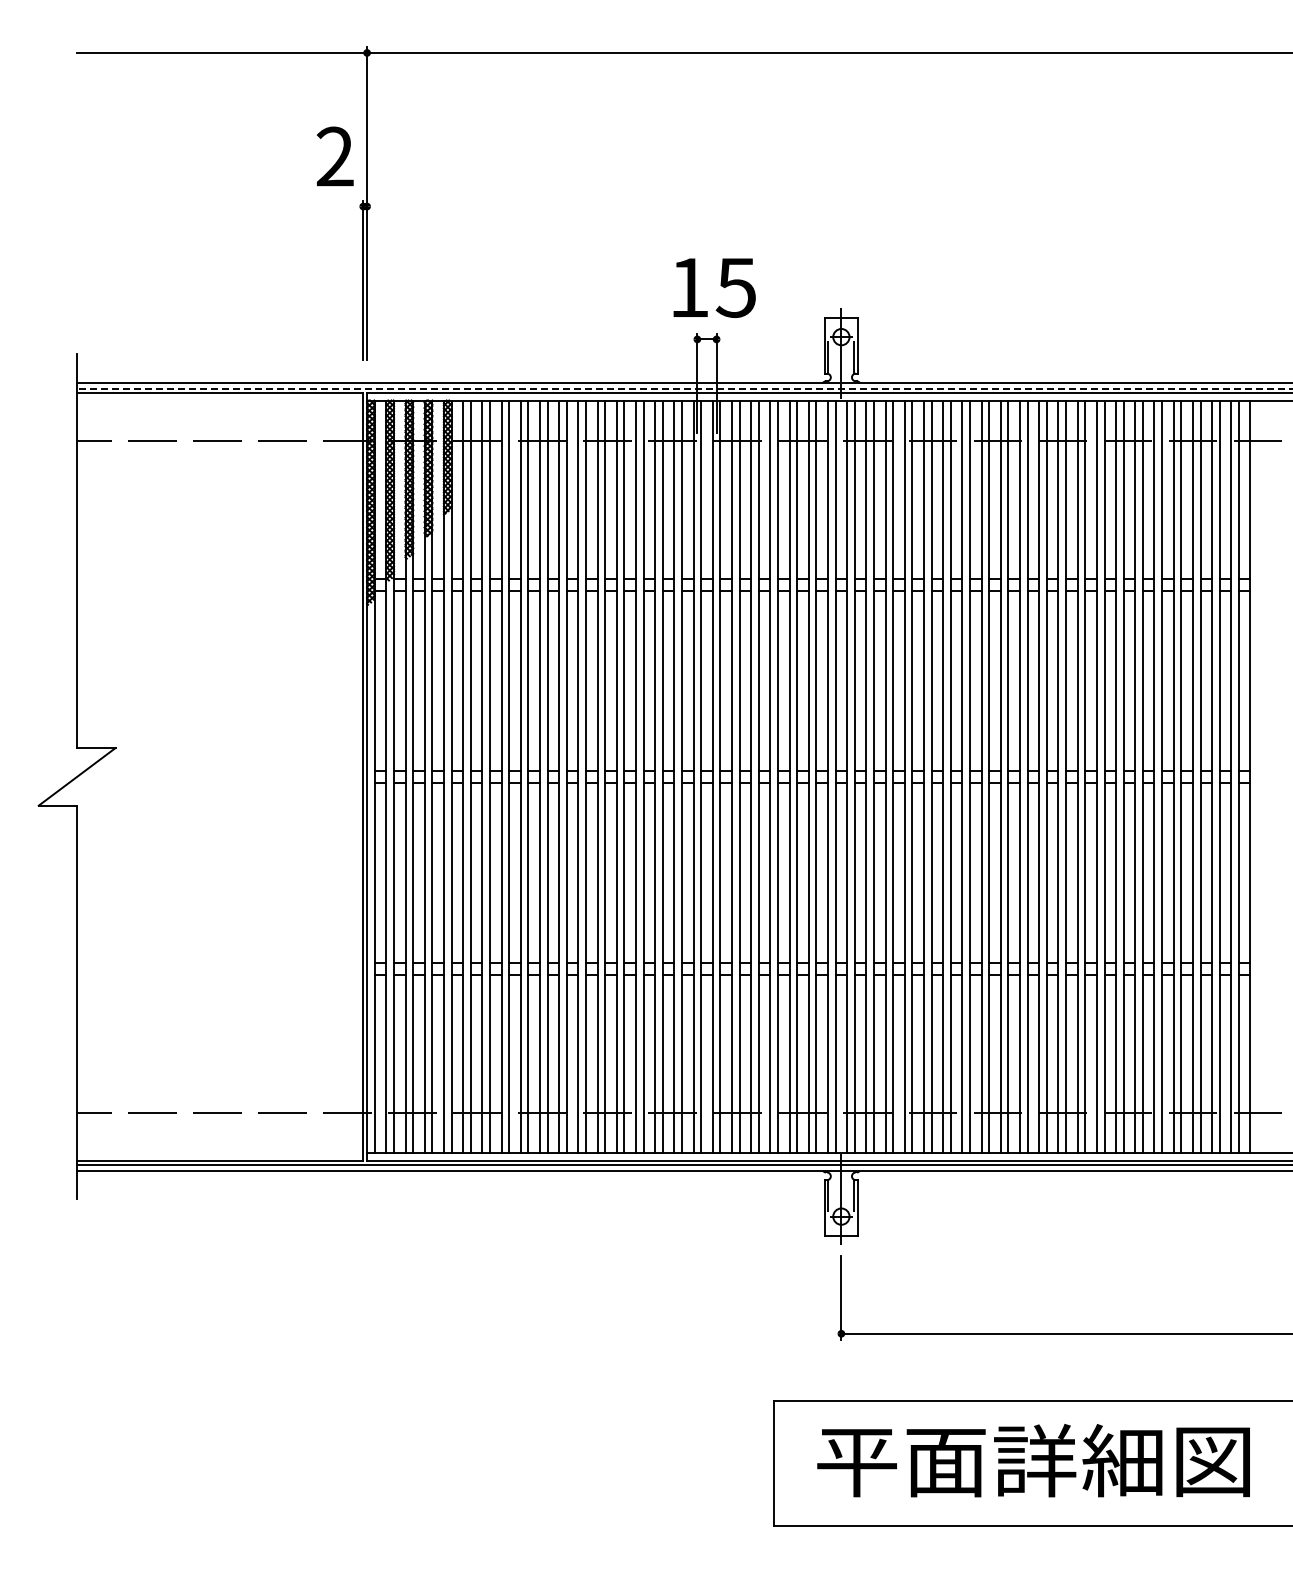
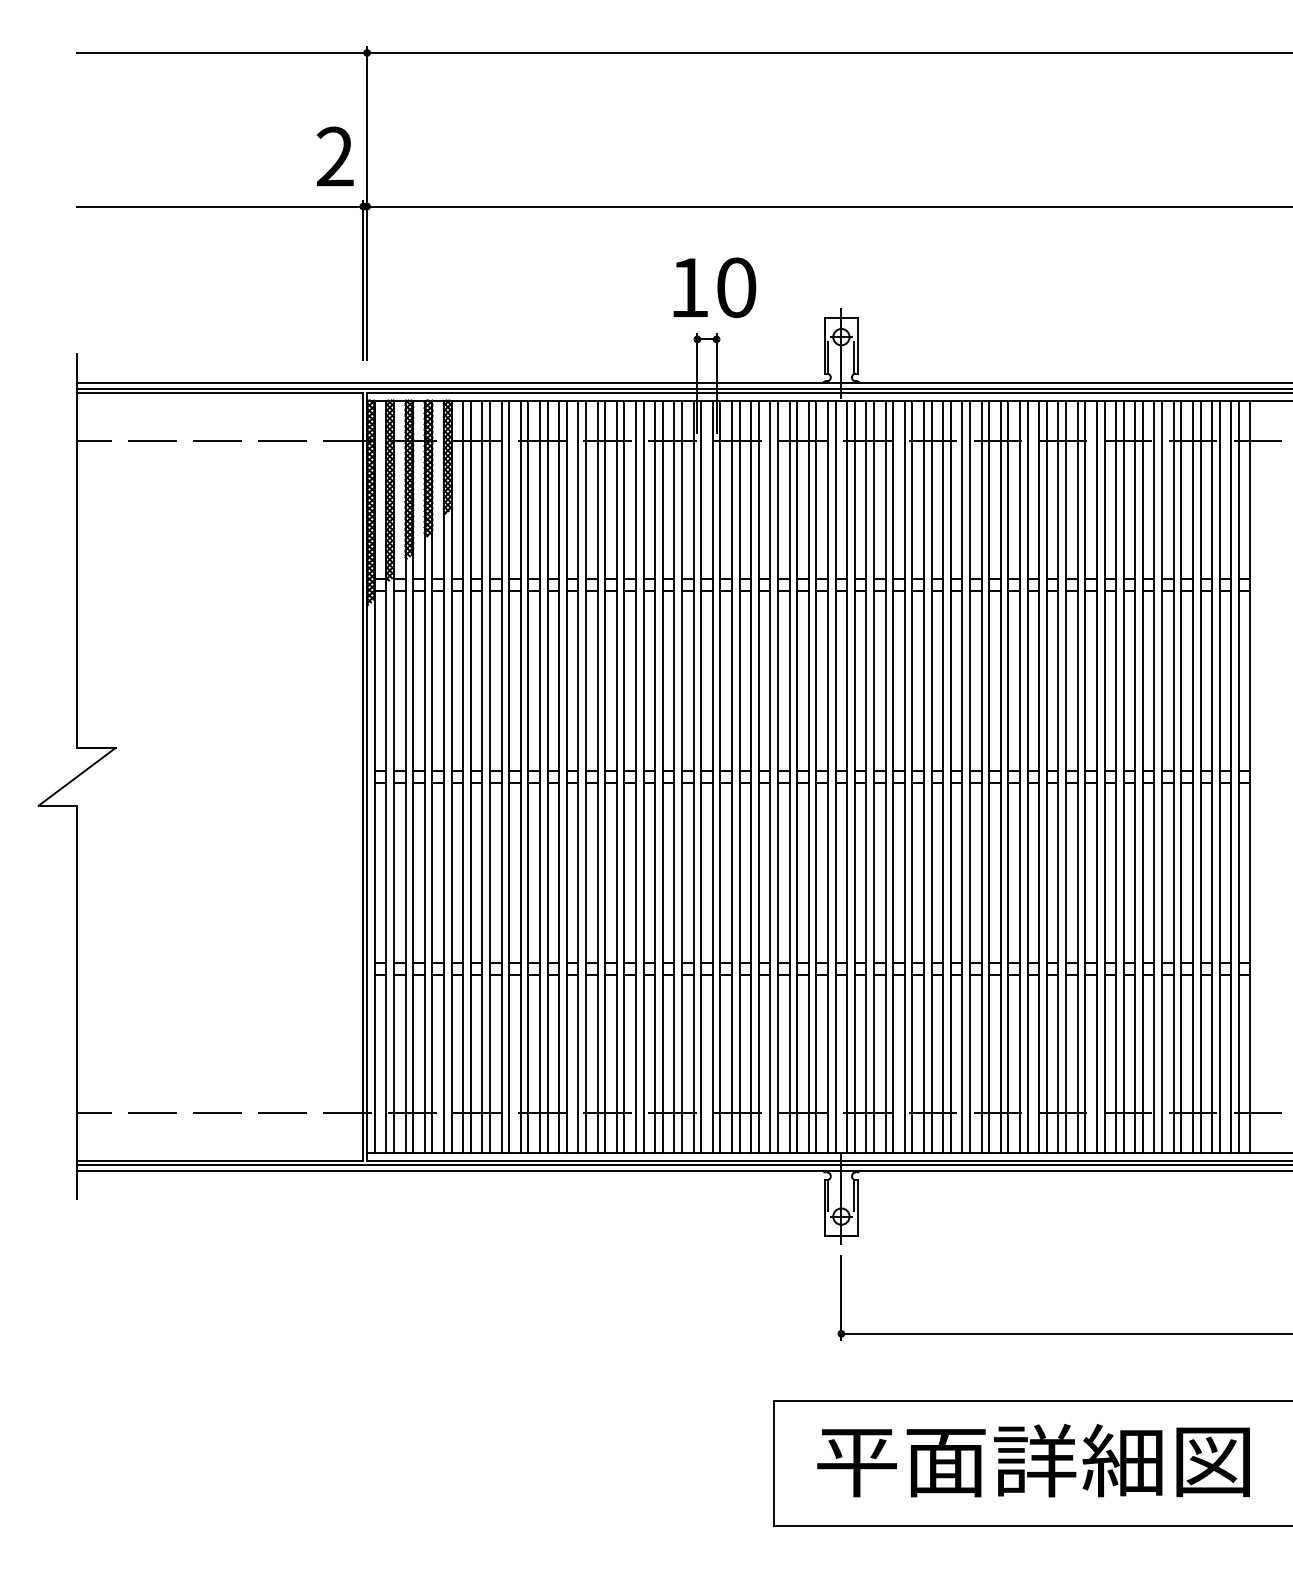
line at (683, 206): none -> present
text at (735, 287): 15 -> 10
line at (684, 388): dashed -> solid
